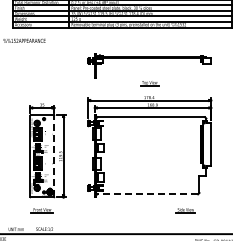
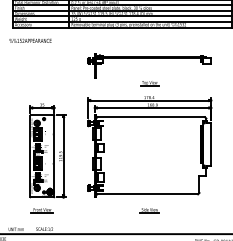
text at (24, 40) position: (24, 40) -> (30, 40)
line at (54, 155): dashed -> solid
line at (147, 194): dashed -> solid
part at (185, 210) position: (185, 210) -> (149, 210)
